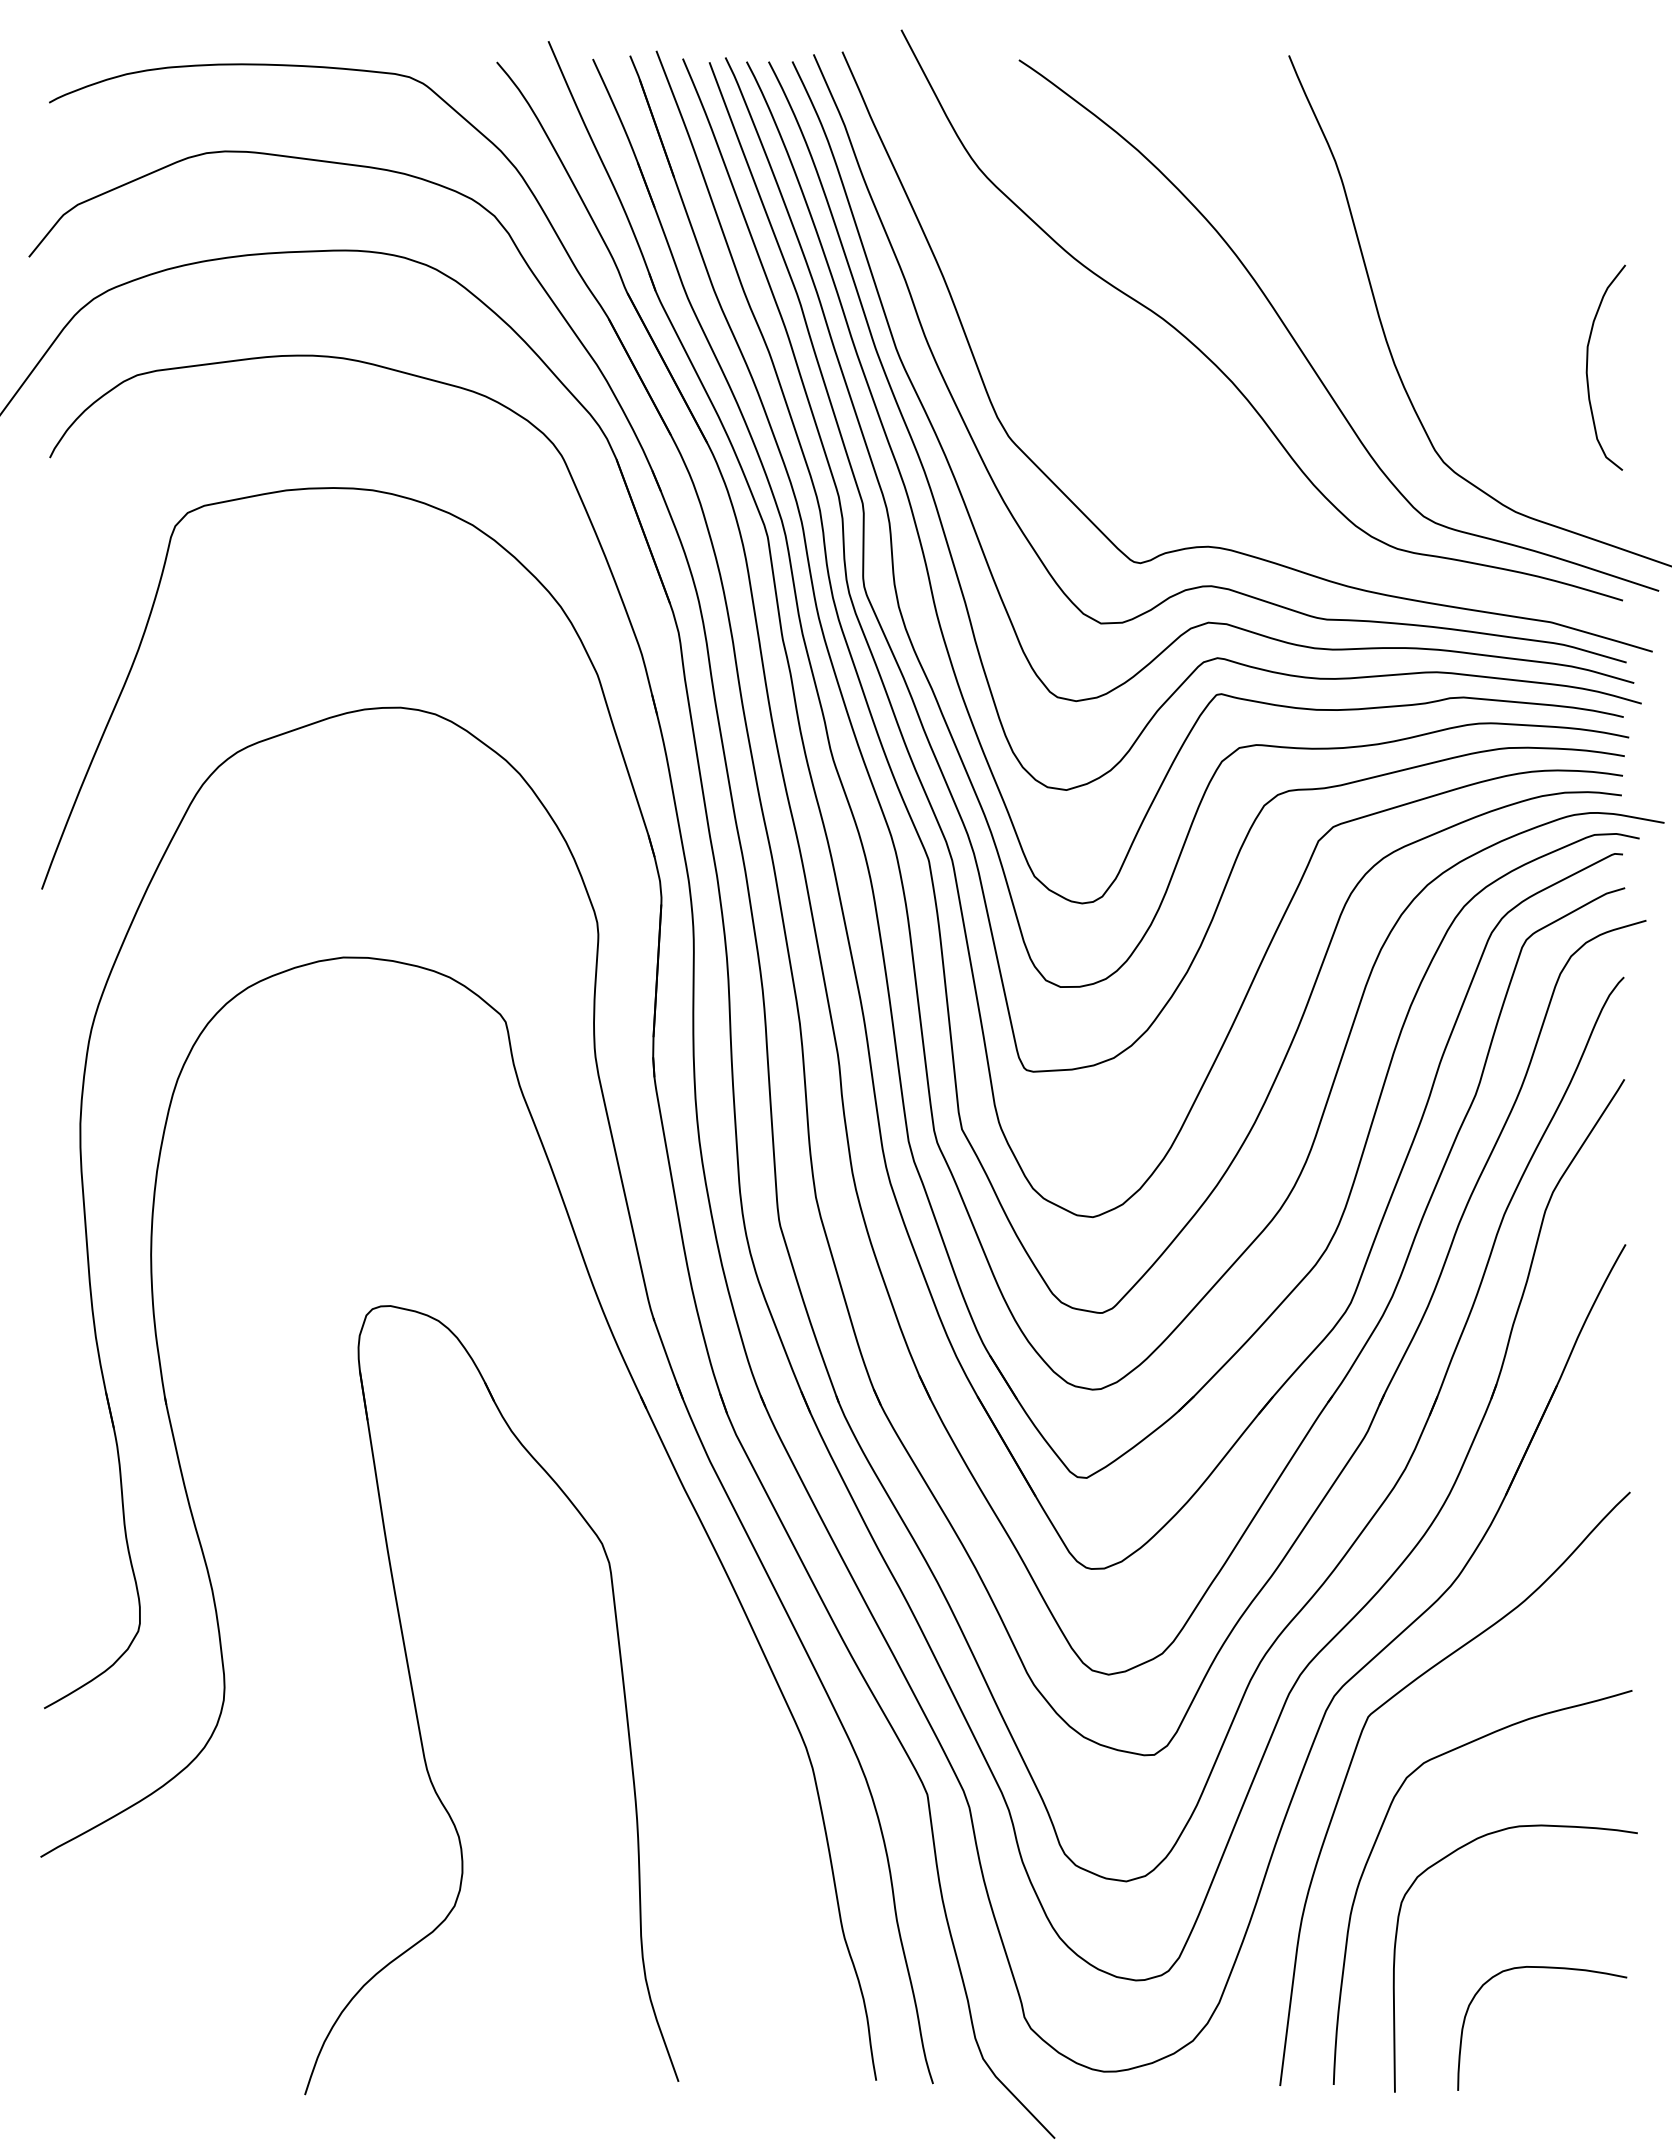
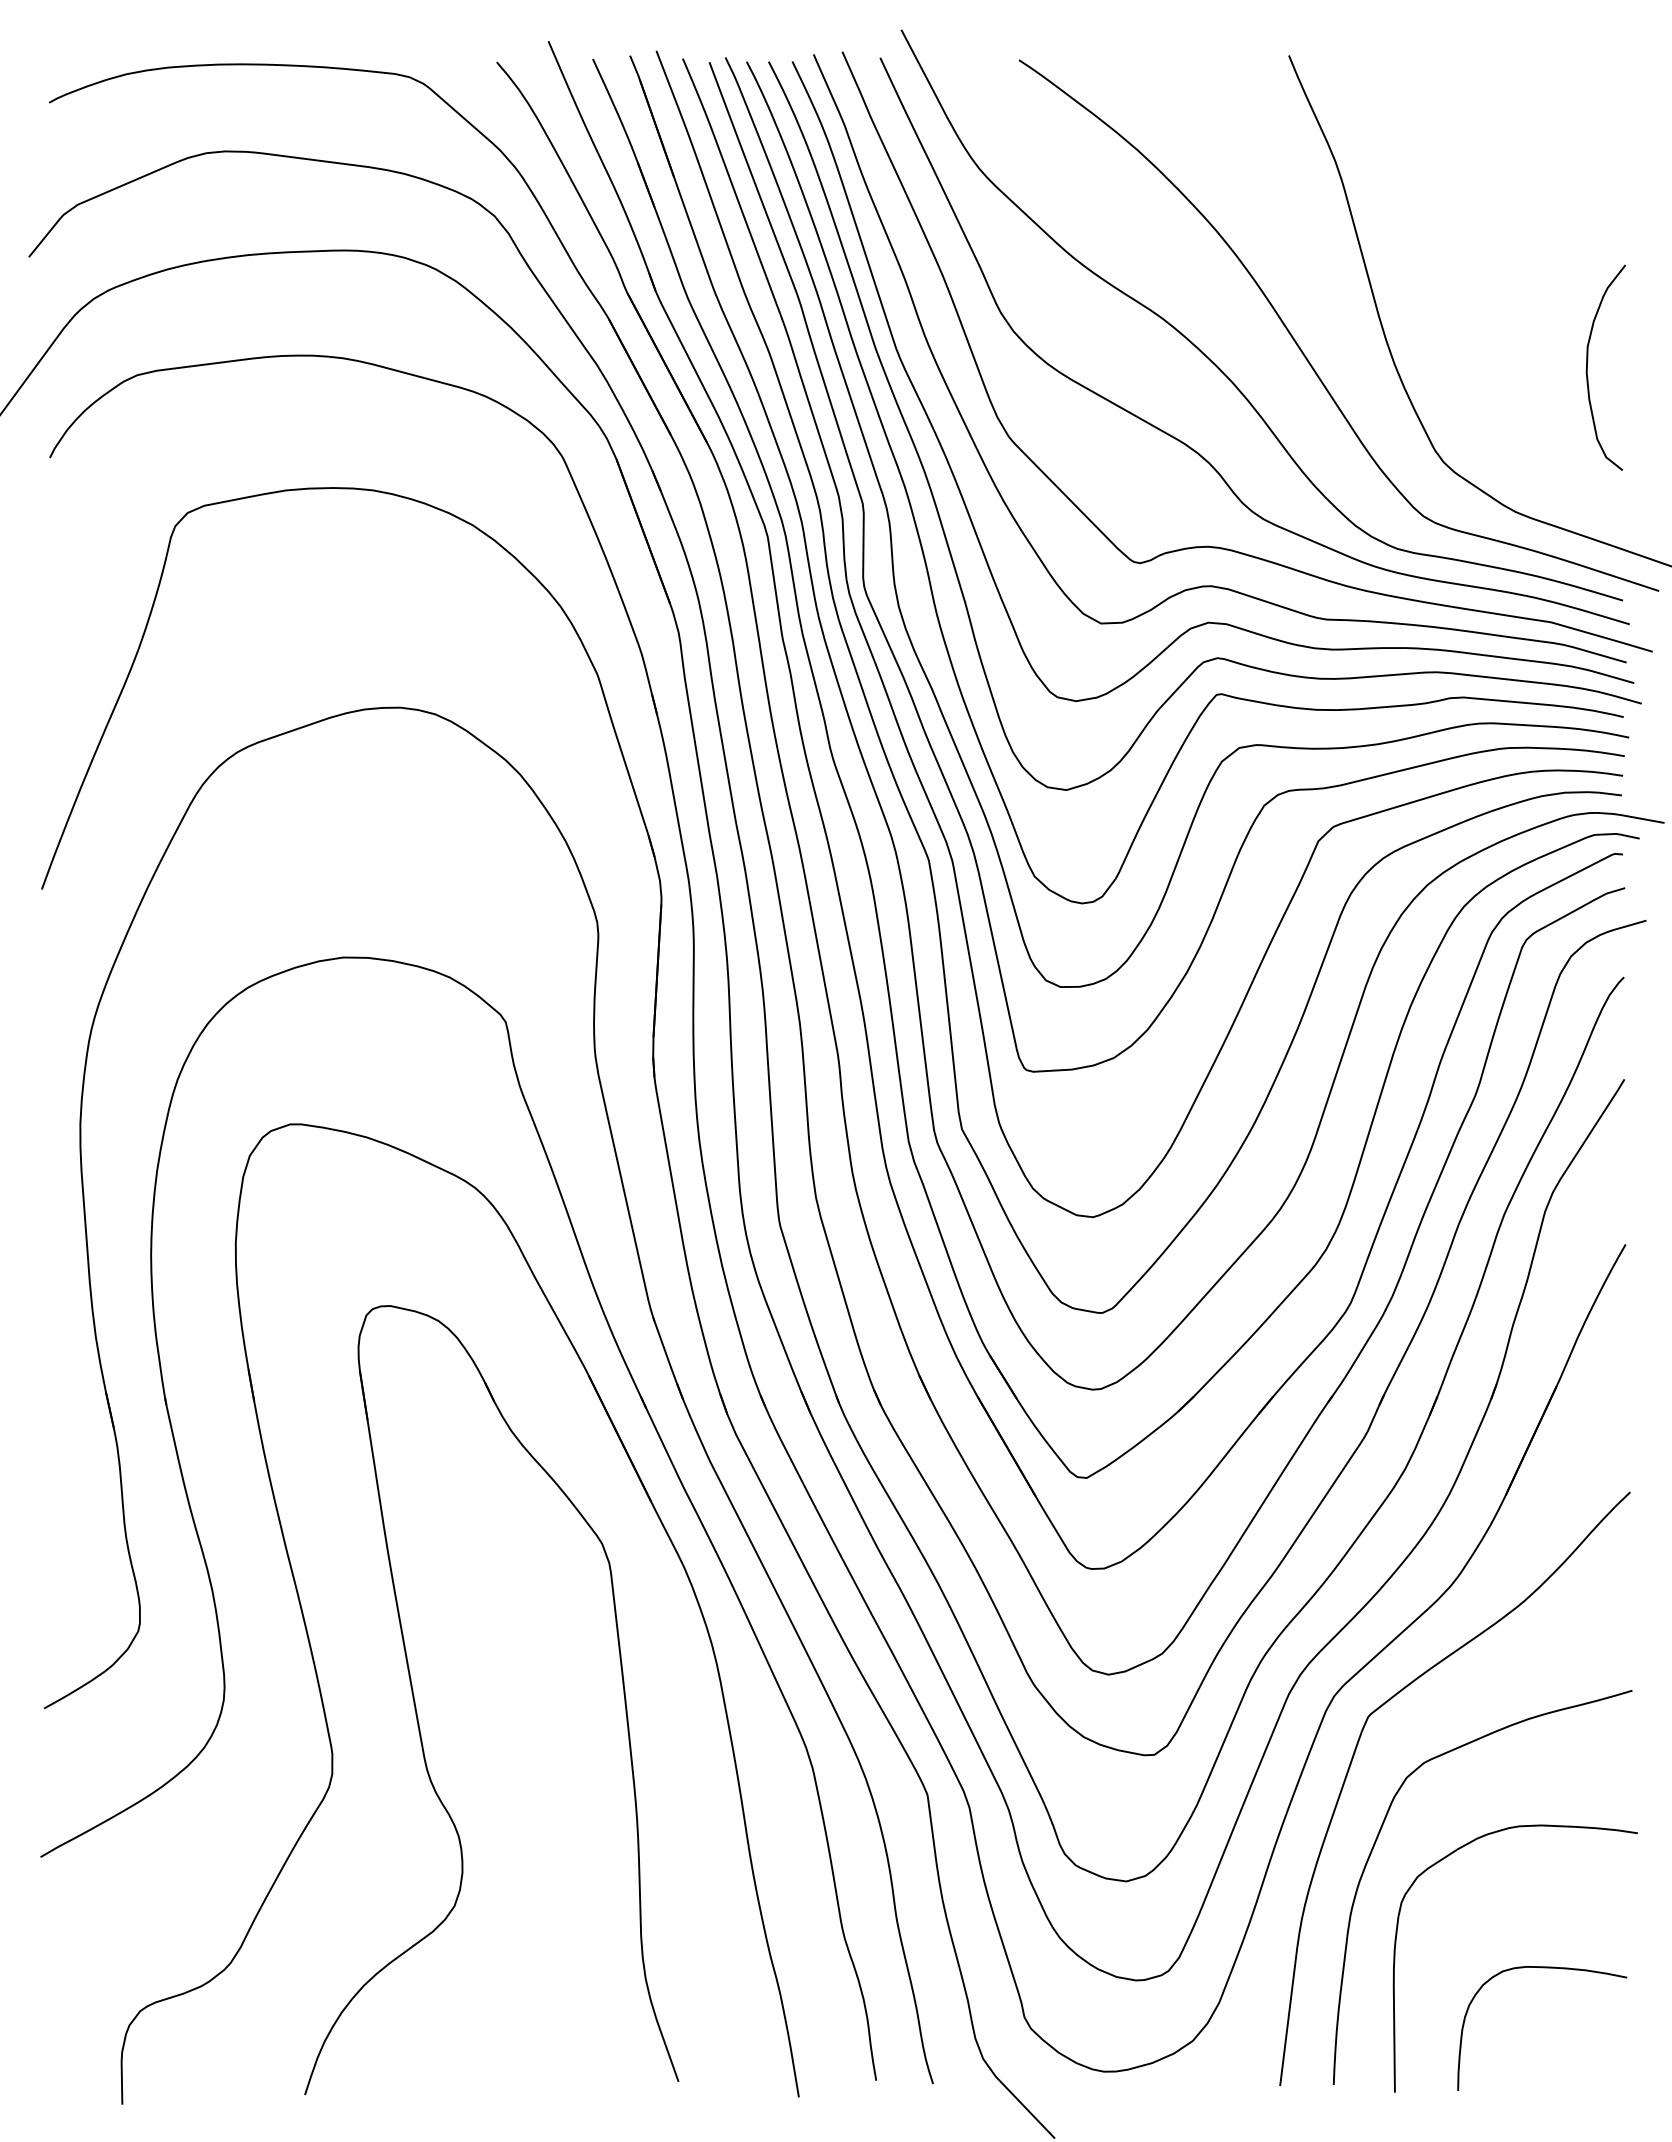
curve at (1187, 444): none -> present
part at (312, 1650): none -> present
